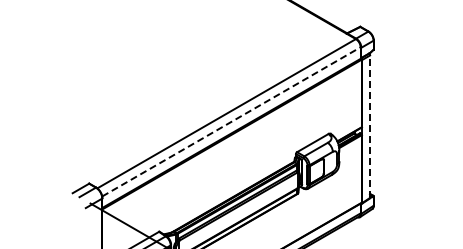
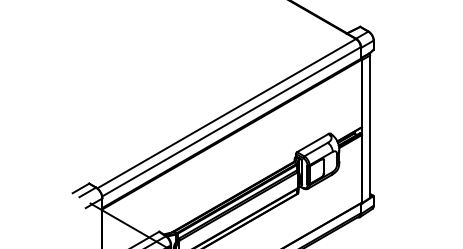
line at (231, 121): dashed -> solid
line at (370, 126): dashed -> solid
